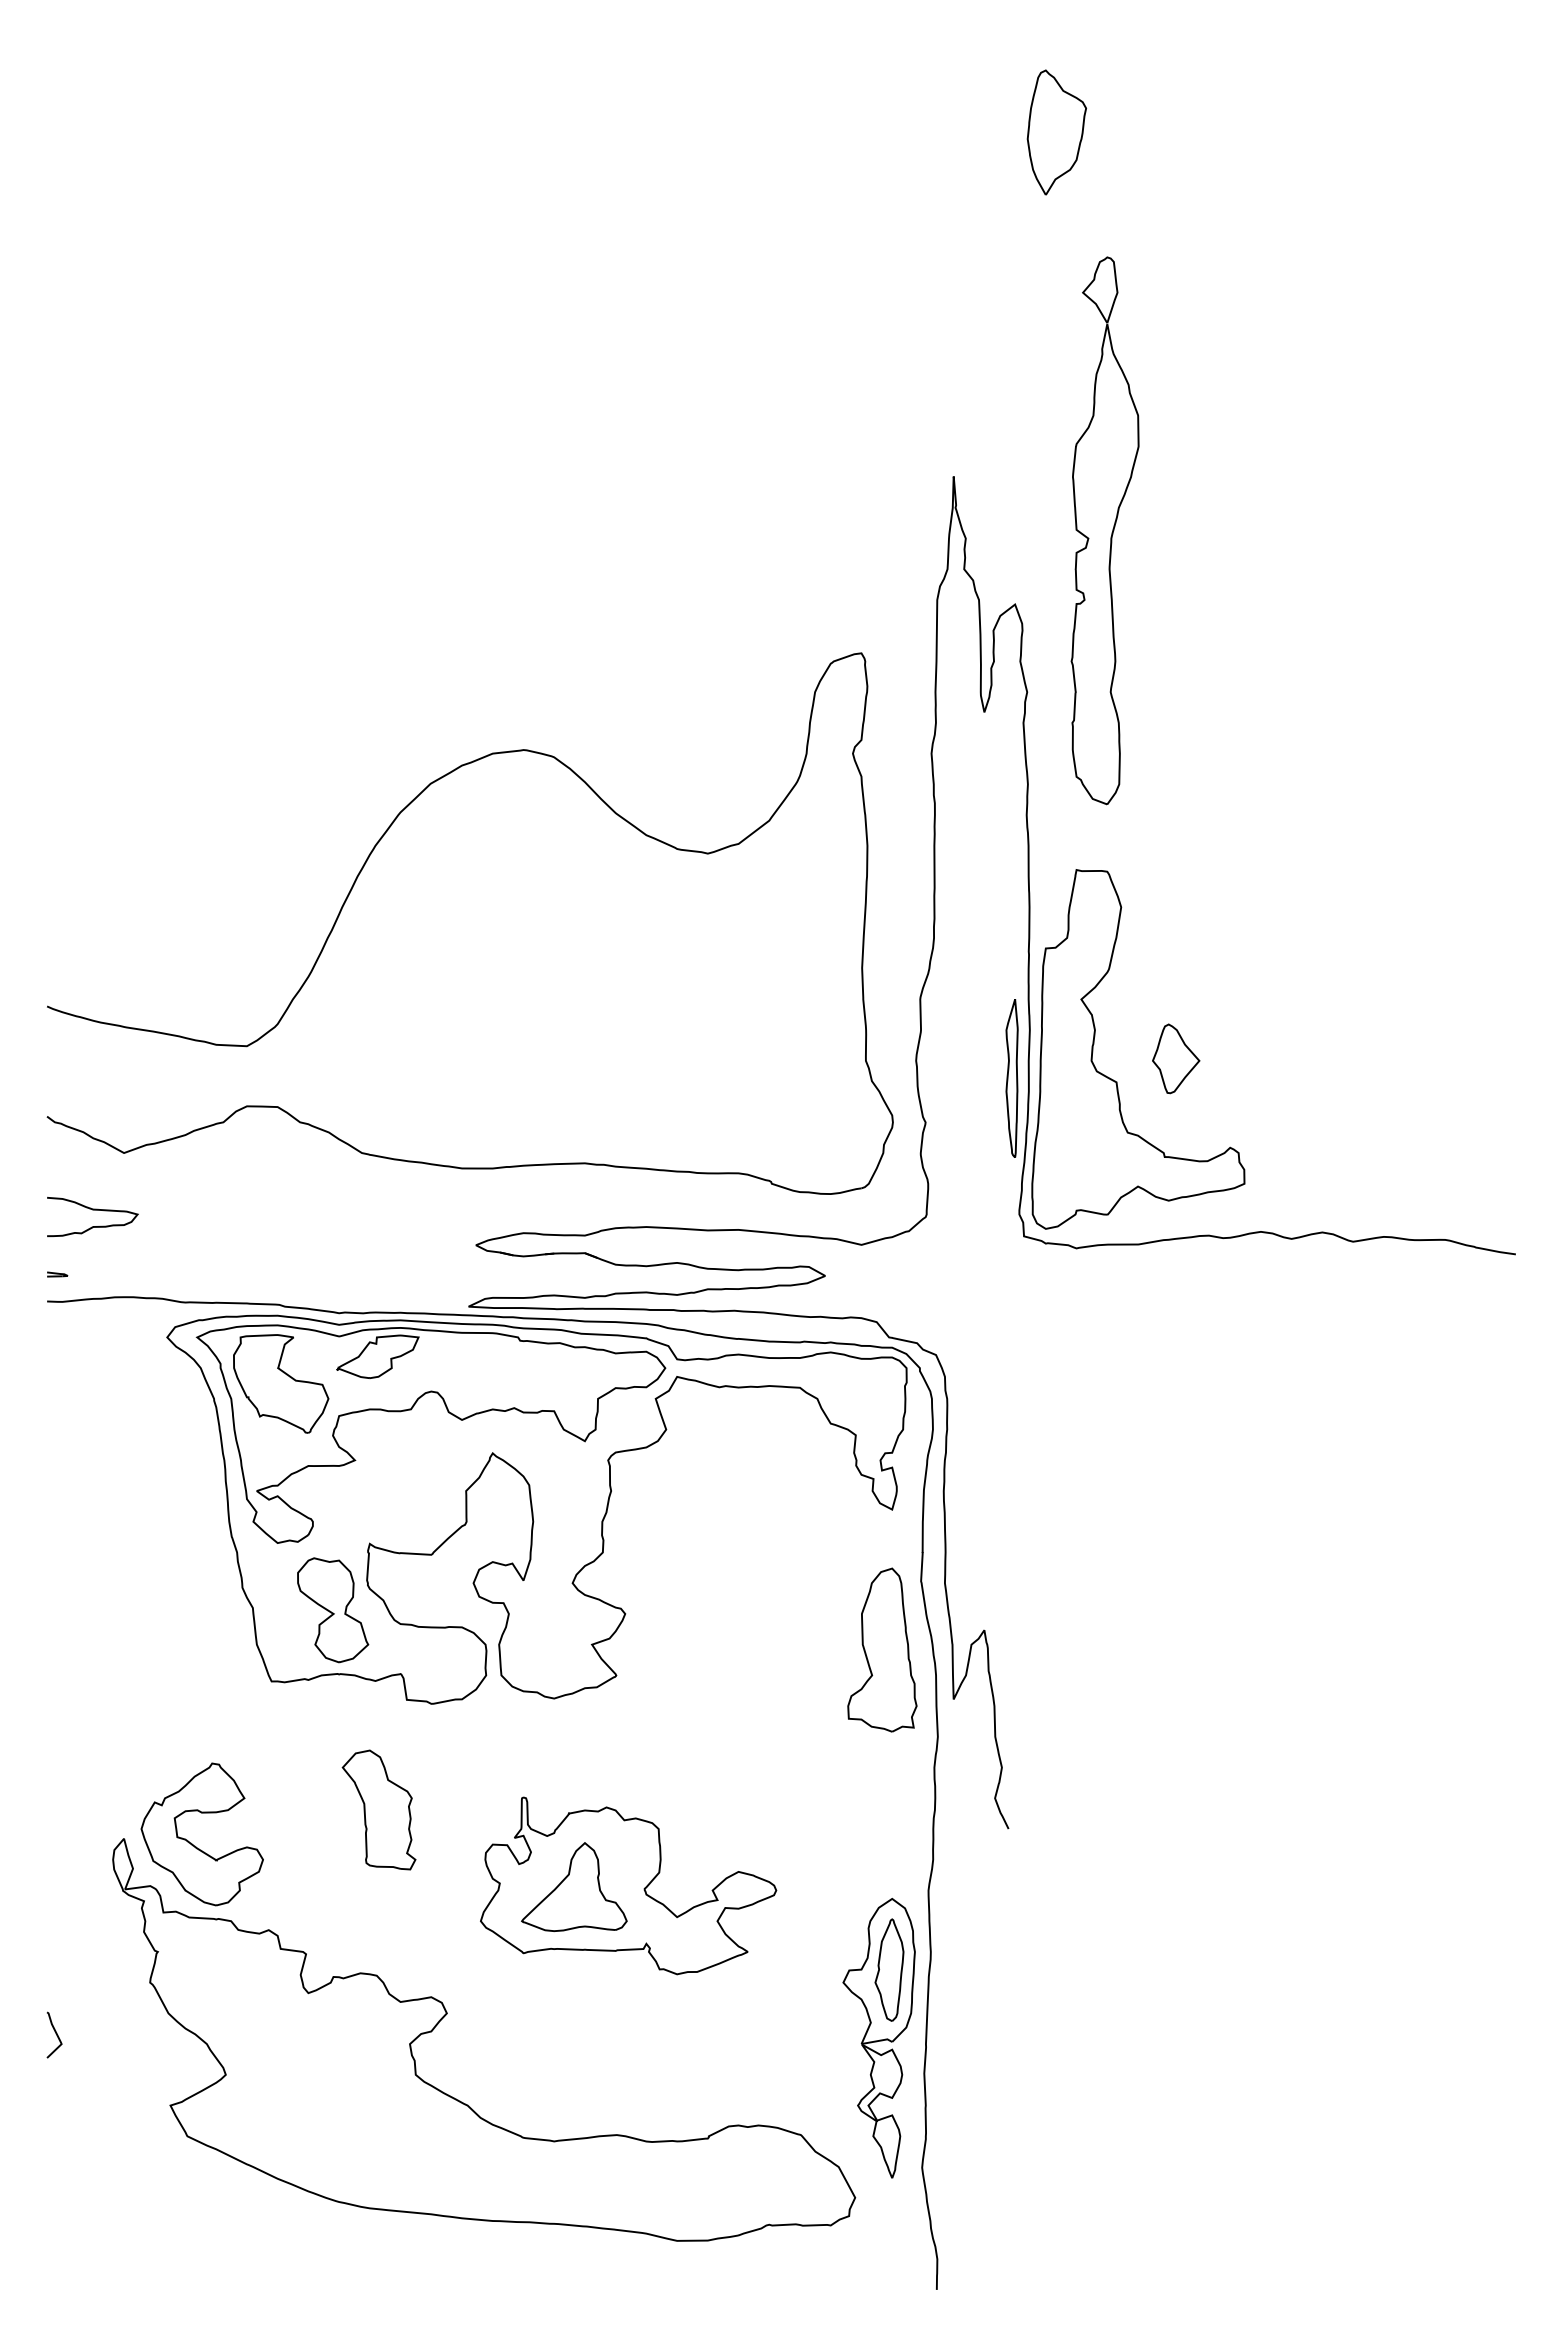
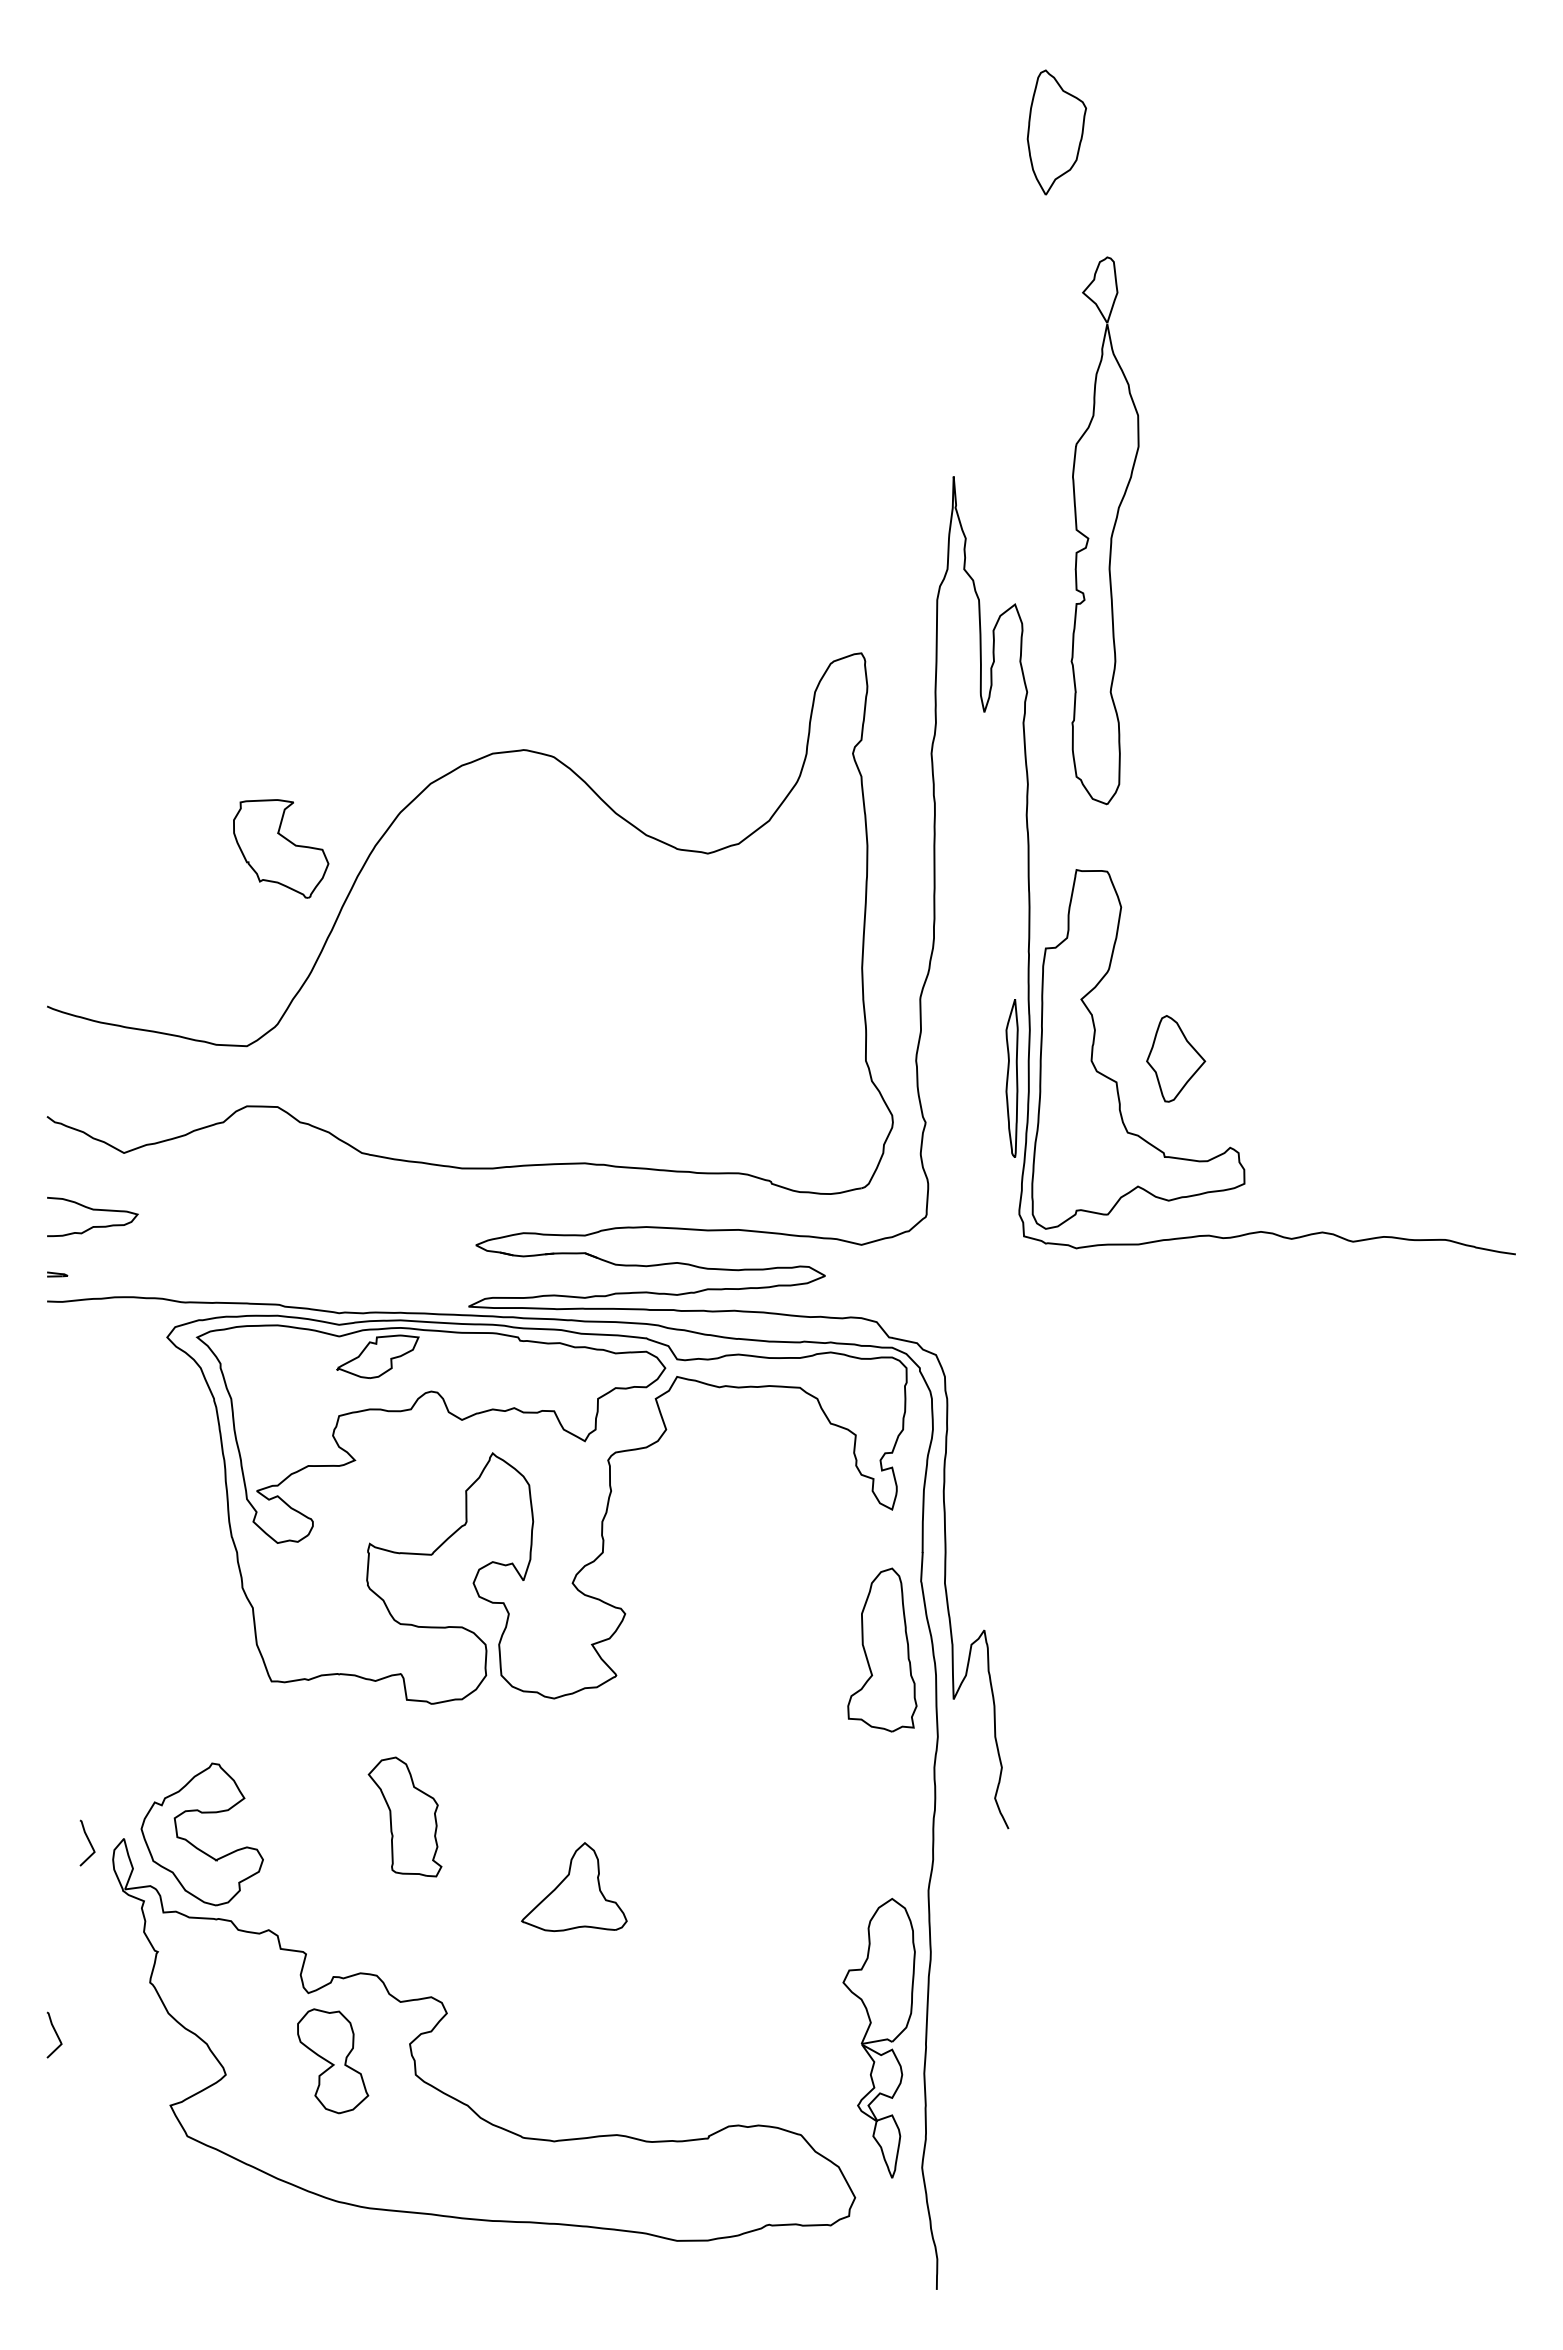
part at (1176, 1058) size: 49x72 px -> 61x88 px
part at (281, 1383) position: (281, 1383) -> (281, 848)
part at (333, 1610) position: (333, 1610) -> (333, 2061)
part at (378, 1809) position: (378, 1809) -> (404, 1816)
curve at (88, 1841): none -> present
part at (628, 1885): present -> none
part at (889, 1969): present -> none
